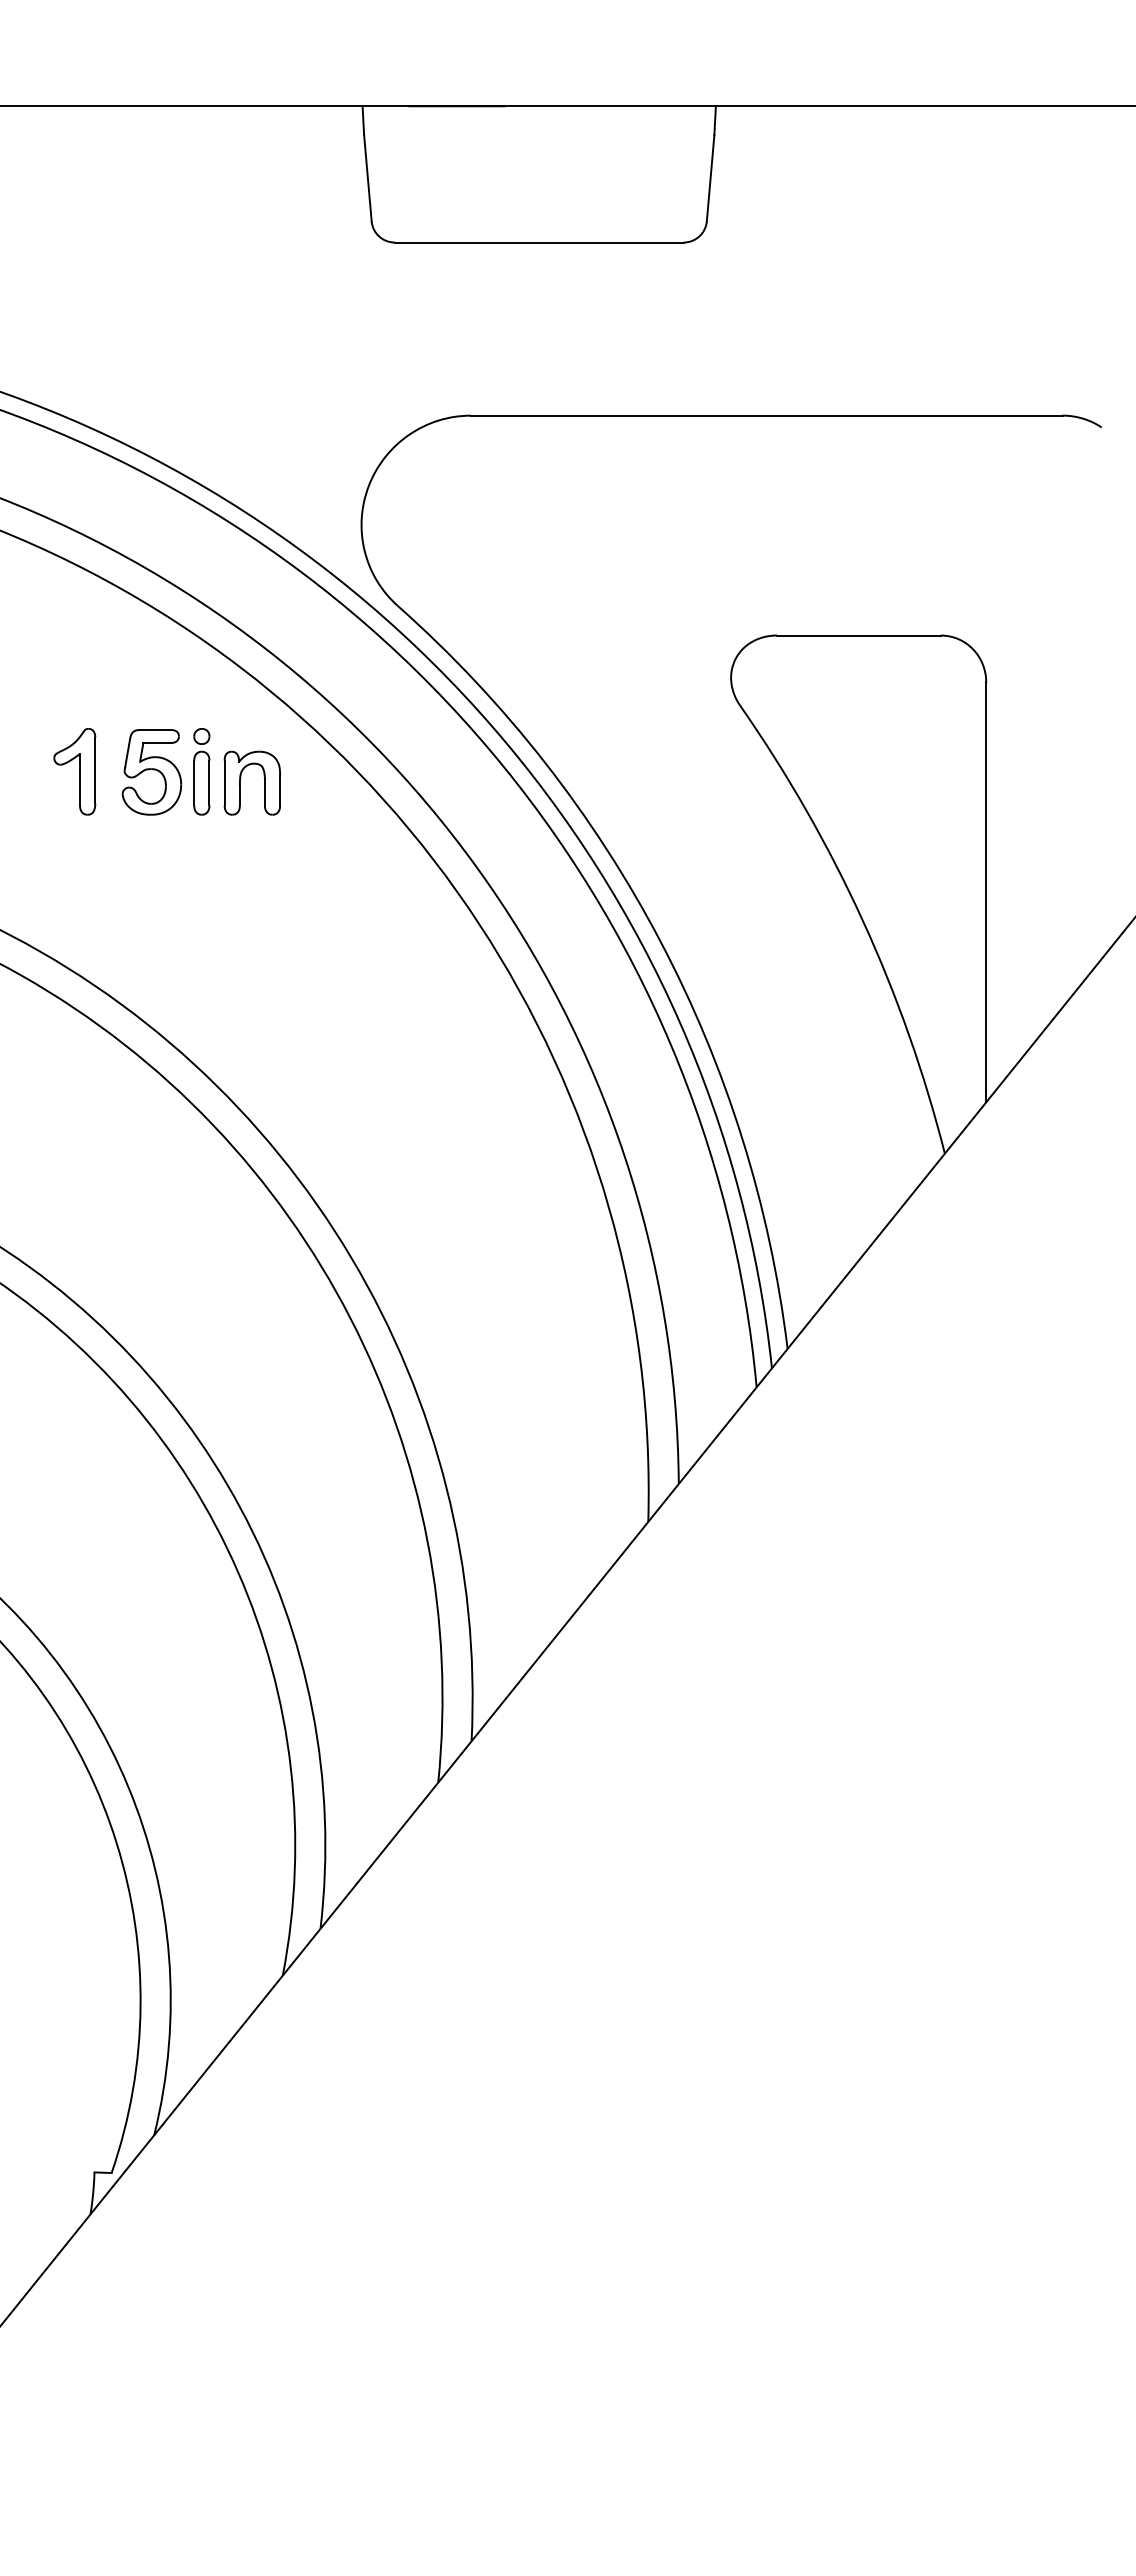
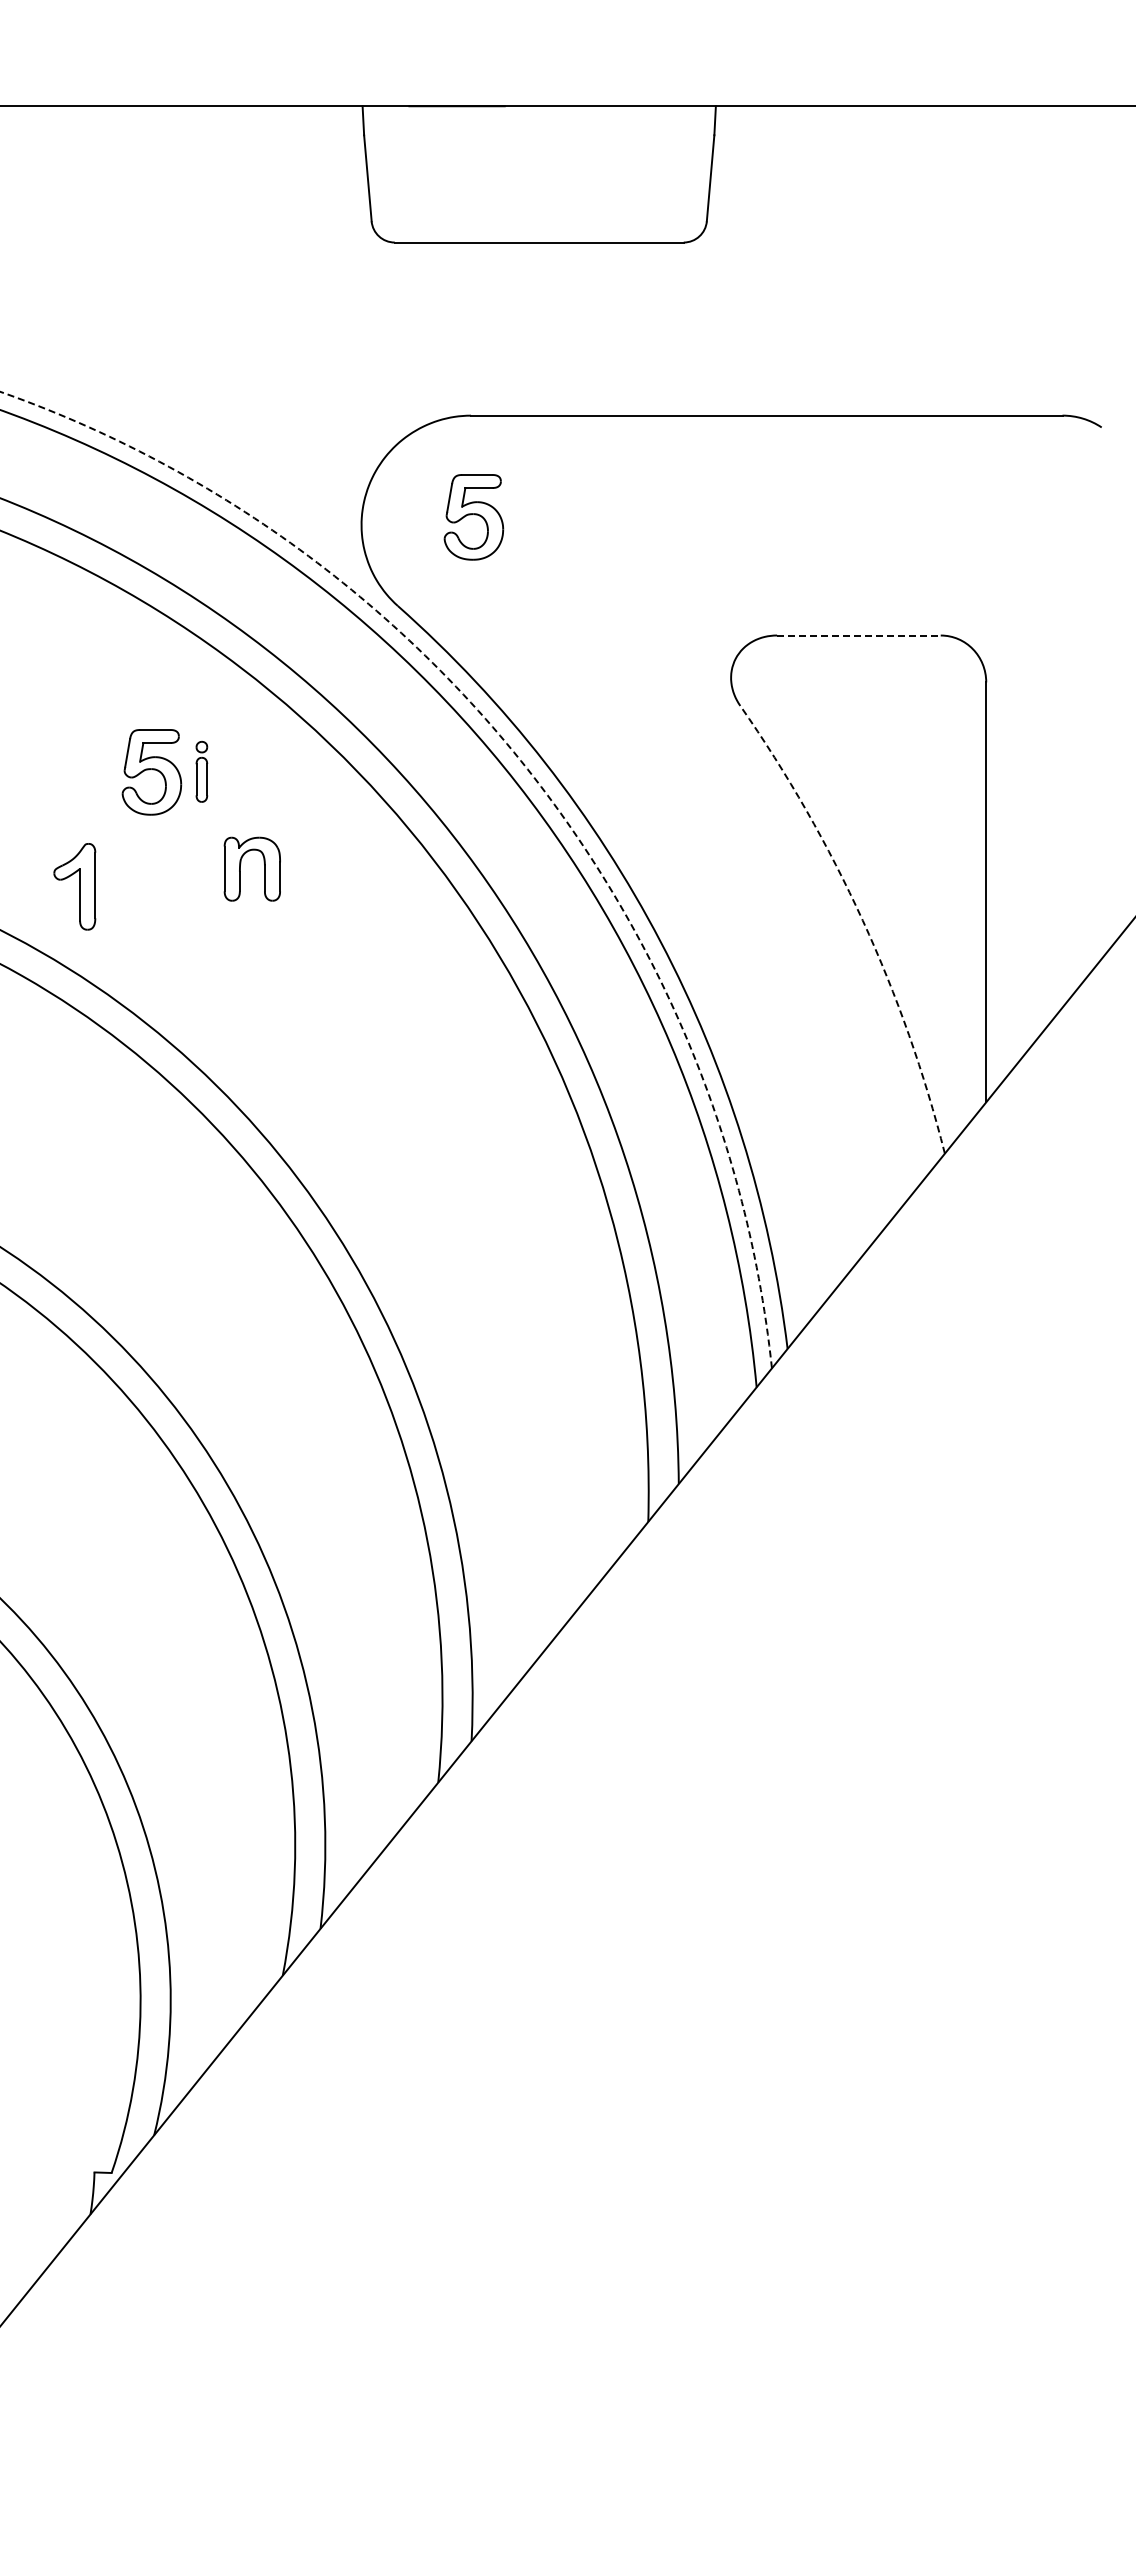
part at (473, 517): none -> present
line at (858, 635): solid -> dashed
arc at (527, 768): solid -> dashed
part at (74, 771) position: (74, 771) -> (74, 886)
part at (201, 771) size: 18x88 px -> 14x62 px
part at (240, 782) position: (240, 782) -> (240, 868)
arc at (862, 920): solid -> dashed
